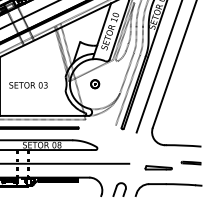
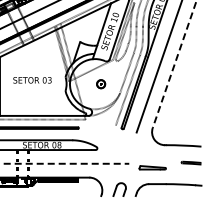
line at (174, 64): solid -> dashed
part at (95, 84) position: (95, 84) -> (101, 84)
text at (28, 85) position: (28, 85) -> (32, 80)
line at (65, 163): solid -> dashed
part at (158, 167) position: (158, 167) -> (152, 167)
